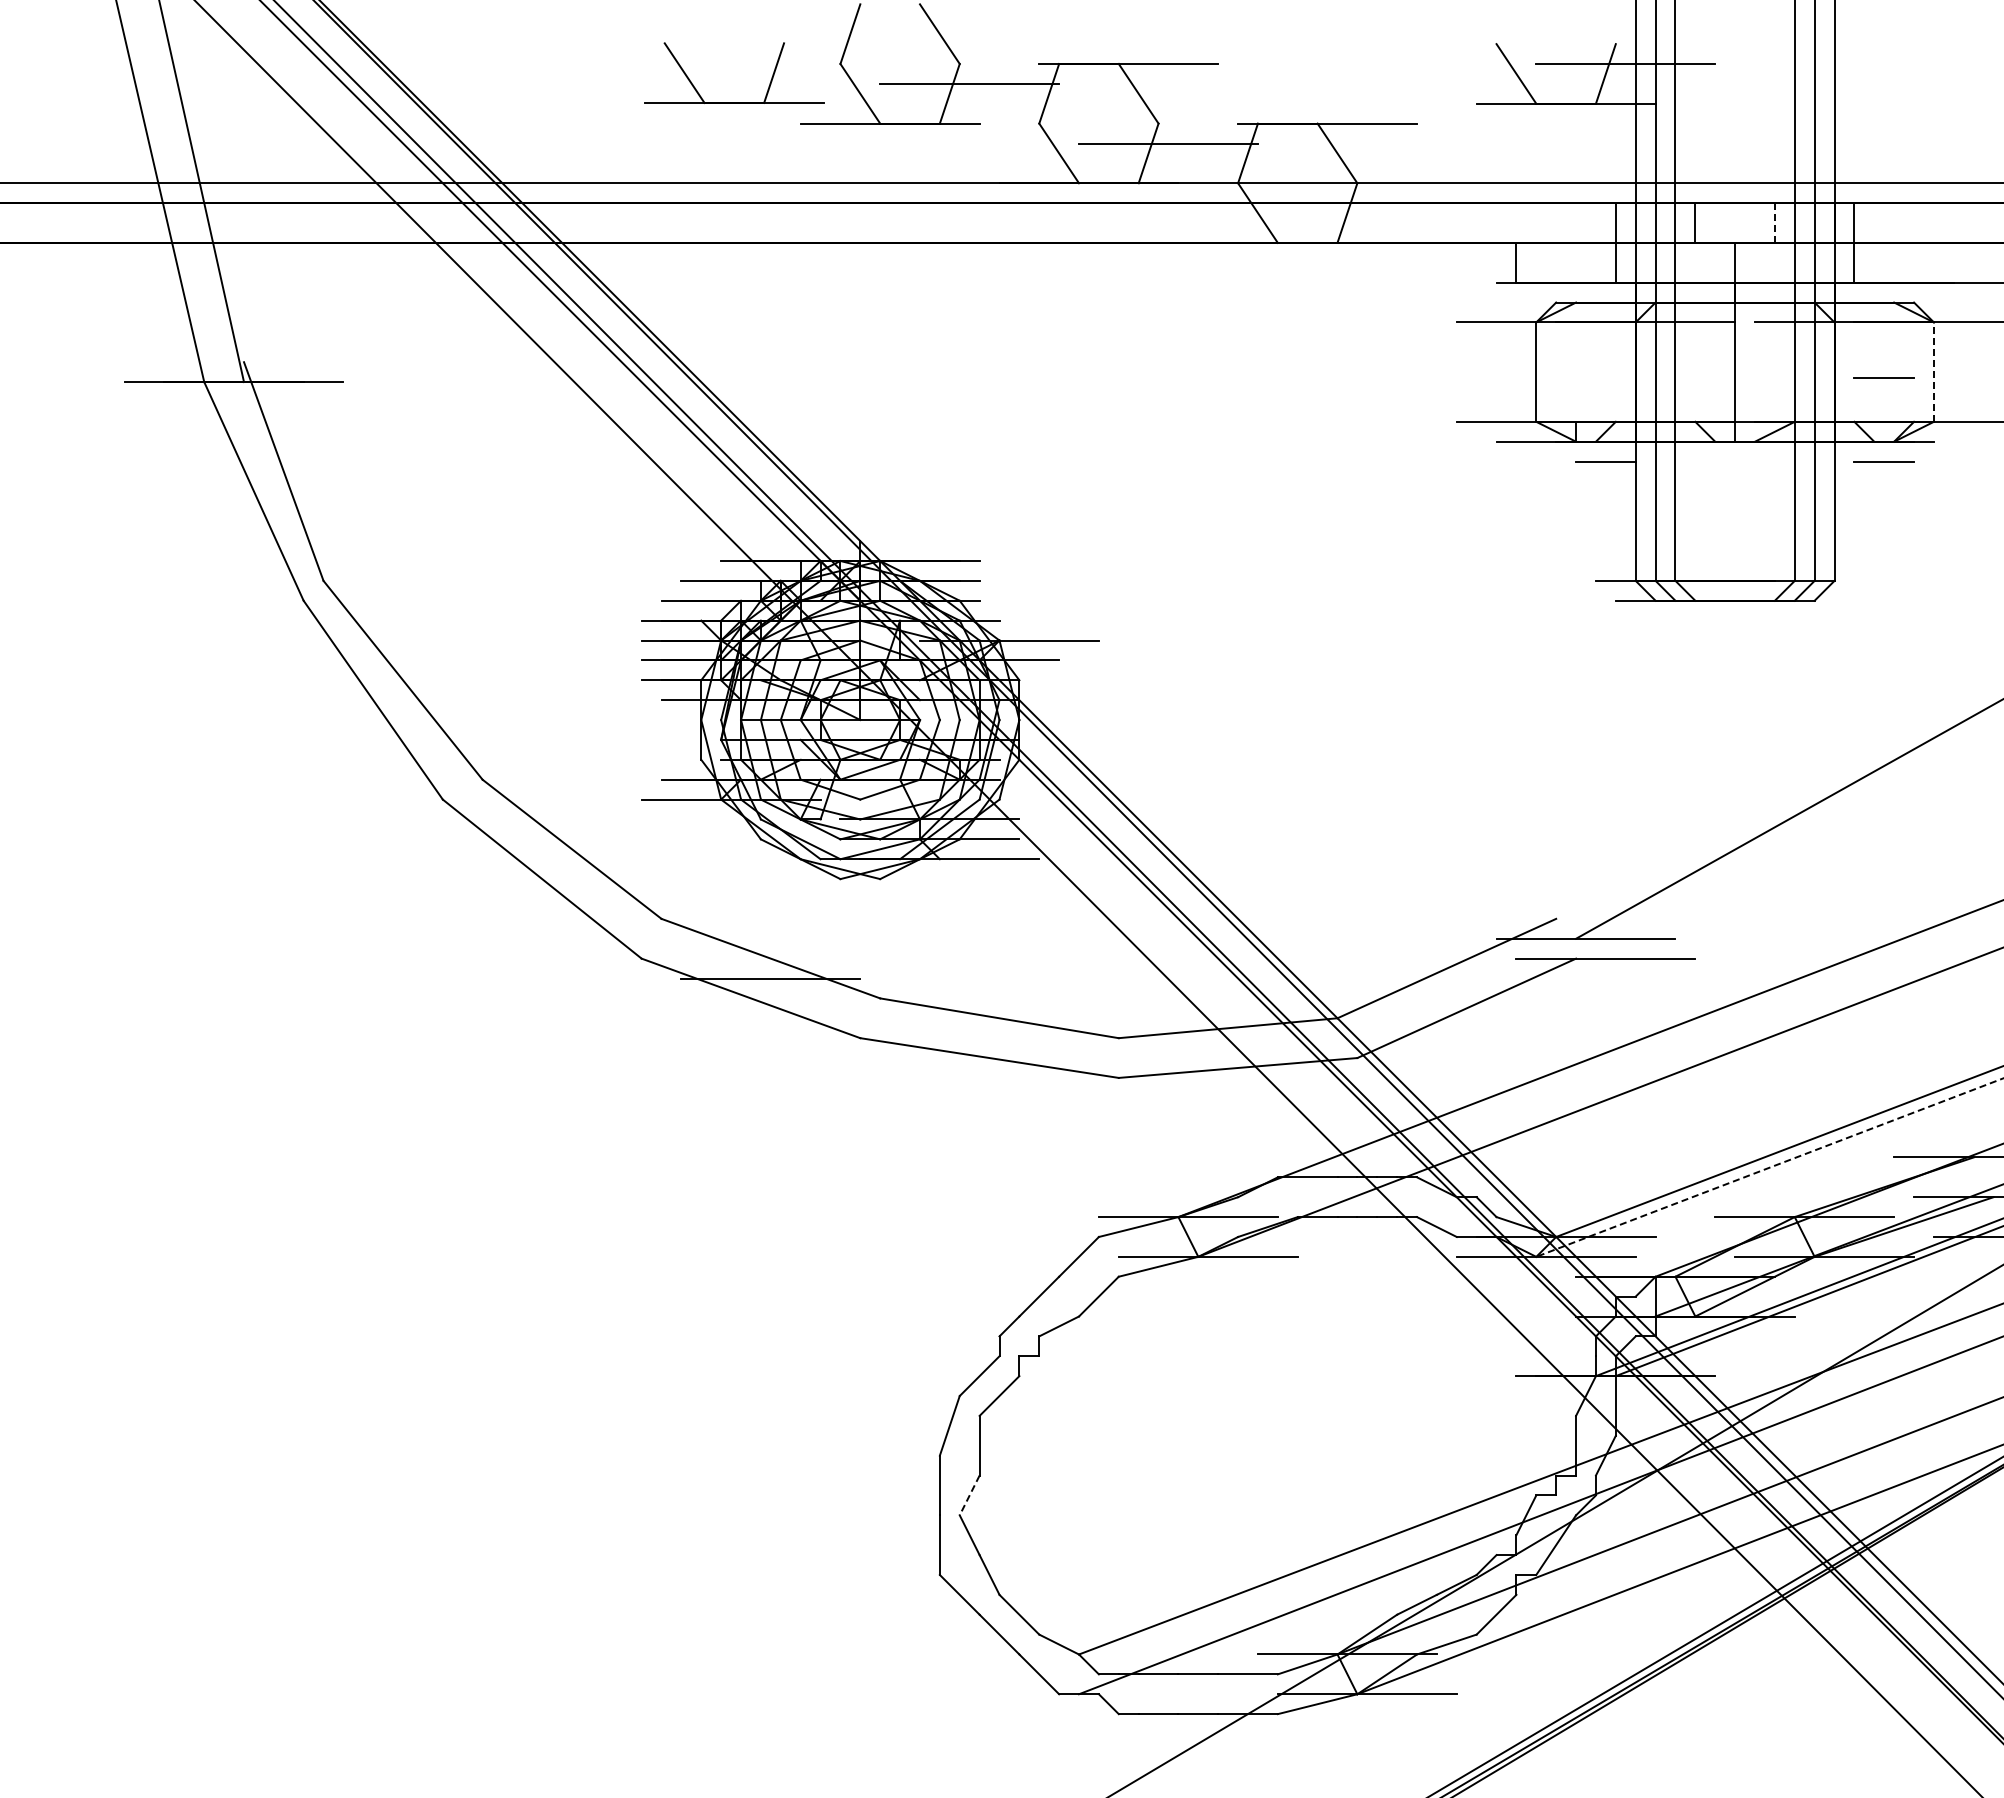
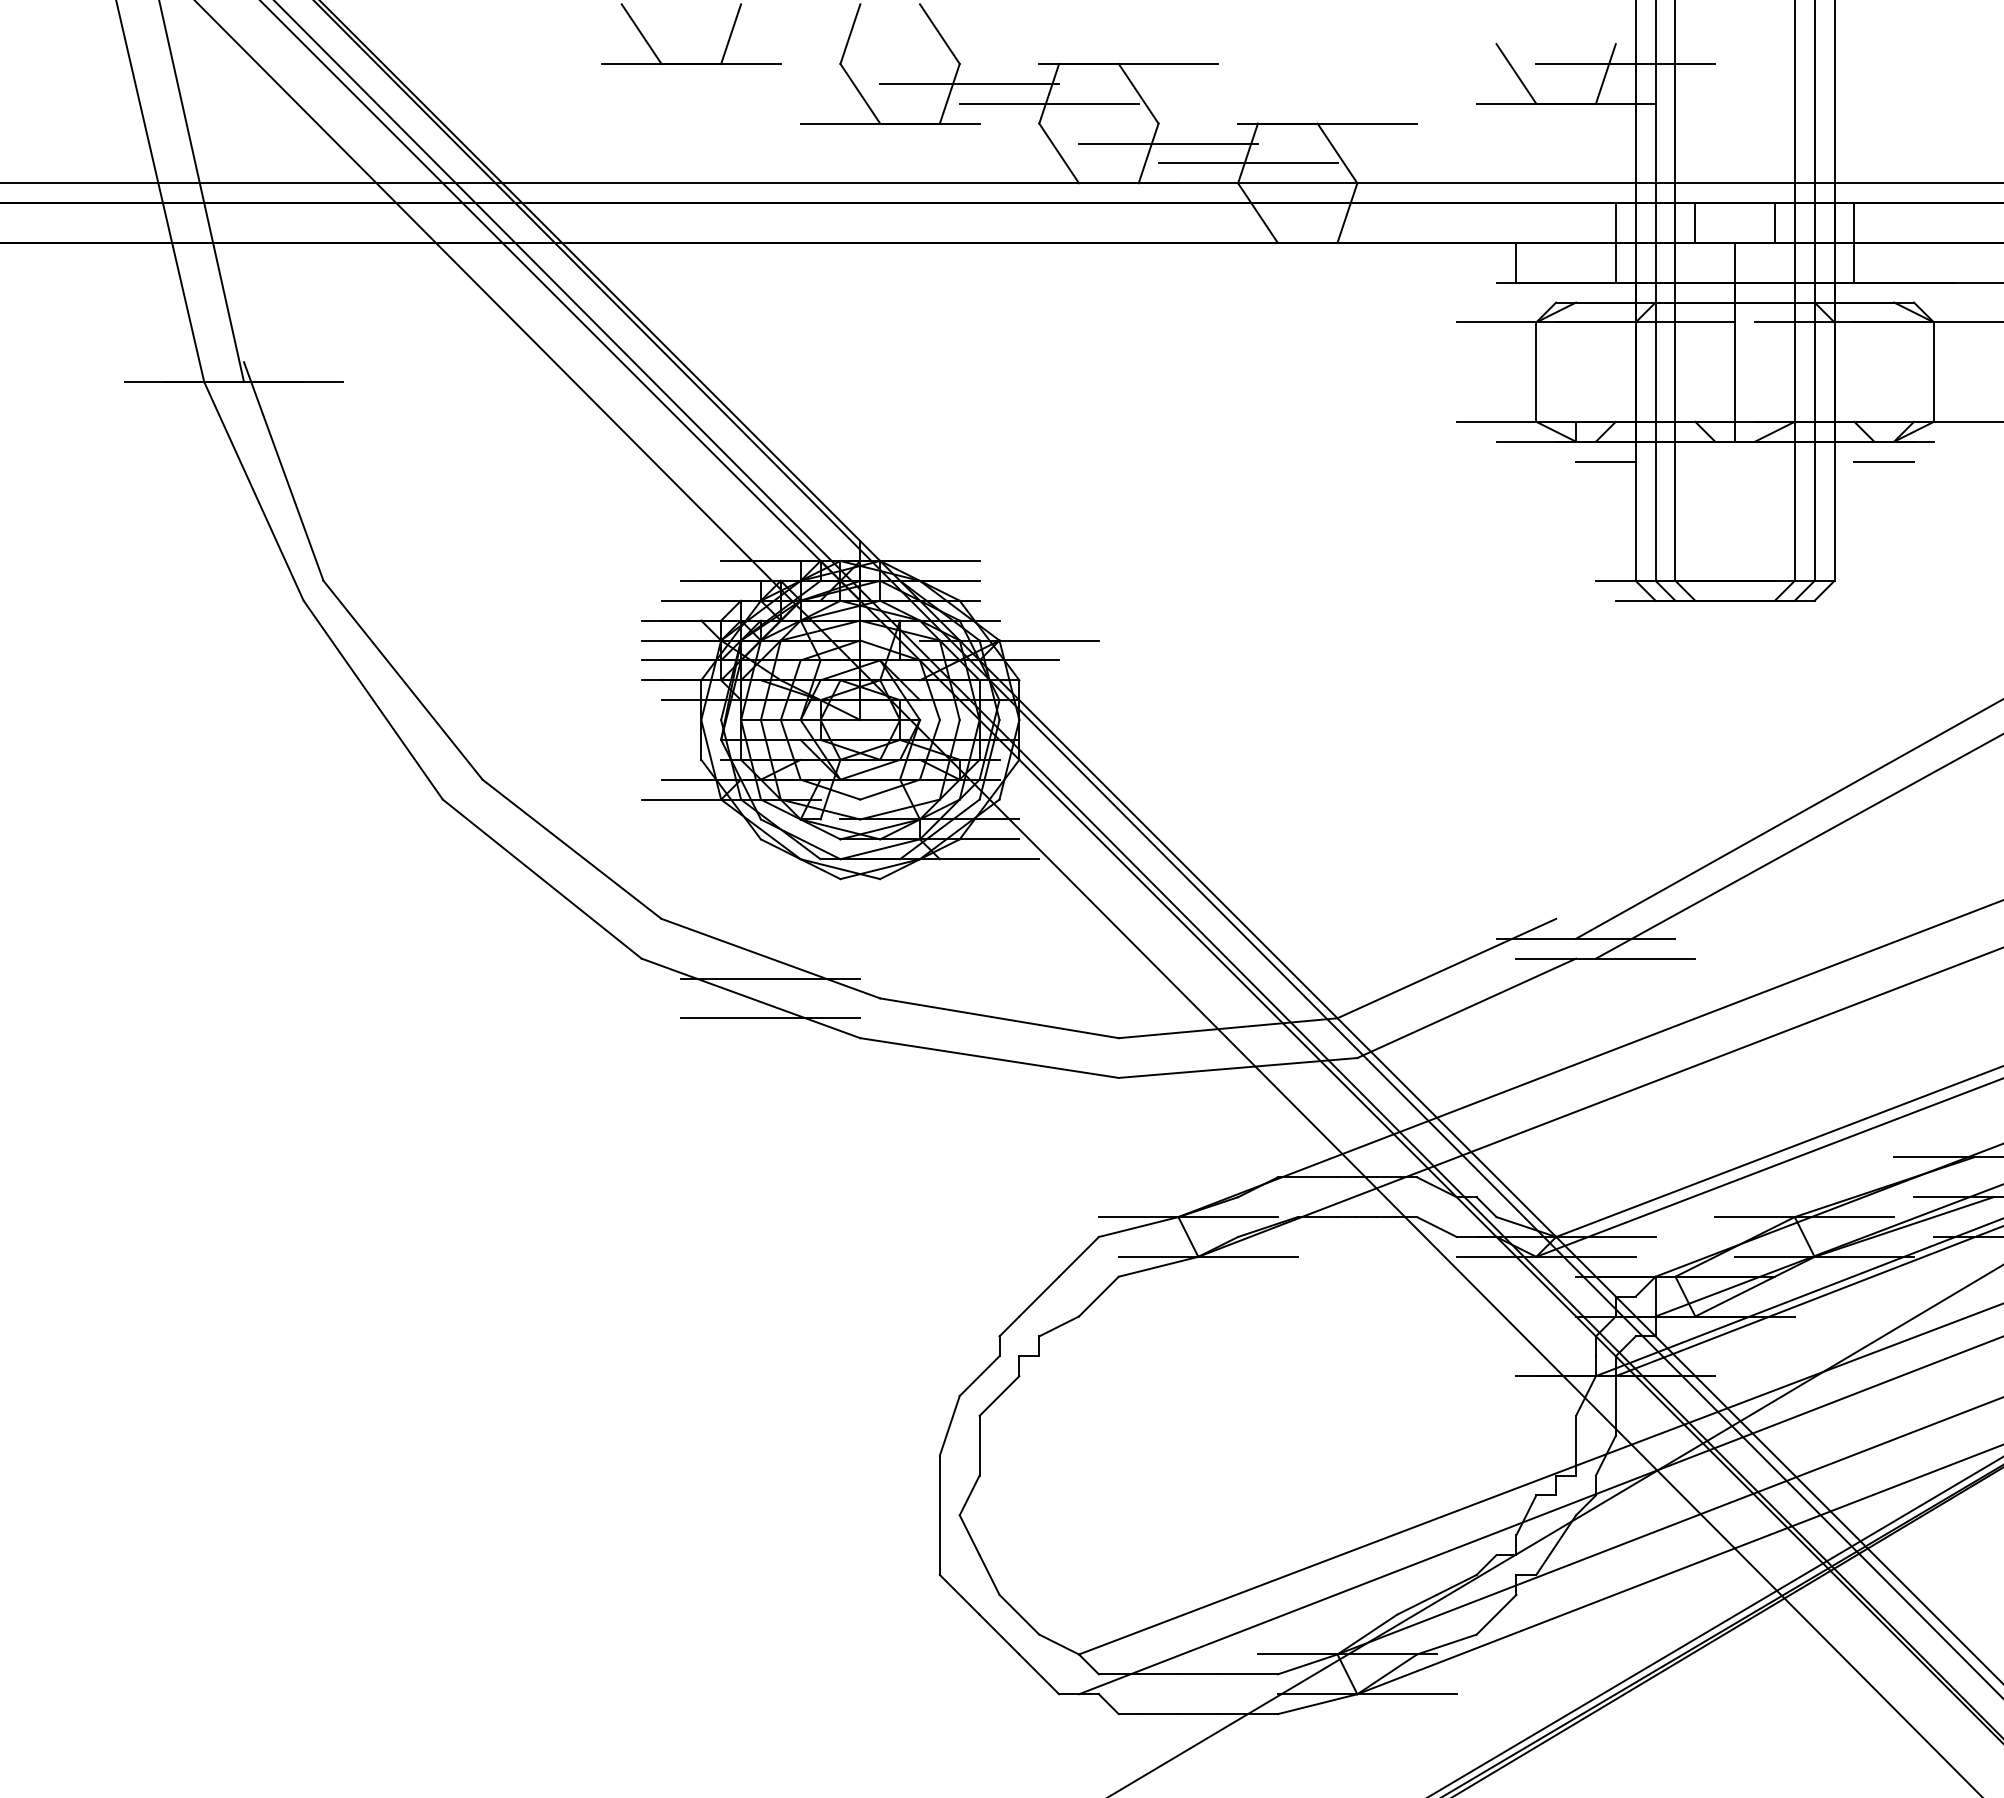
part at (734, 102) position: (734, 102) -> (691, 63)
line at (1048, 103): none -> present
line at (1247, 163): none -> present
line at (1774, 223): dashed -> solid
line at (1933, 372): dashed -> solid
line at (1883, 377): present -> none
line at (1797, 846): none -> present
line at (770, 1018): none -> present
line at (1769, 1167): dashed -> solid
line at (969, 1495): dashed -> solid
